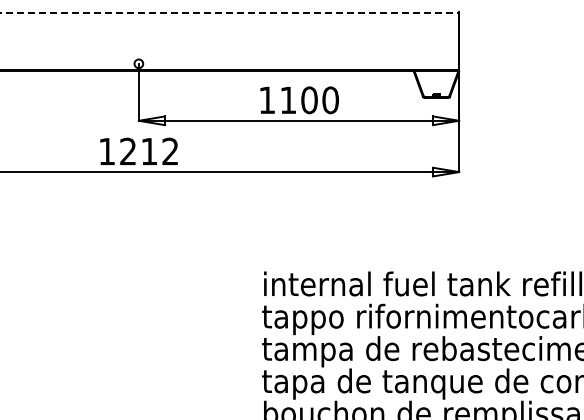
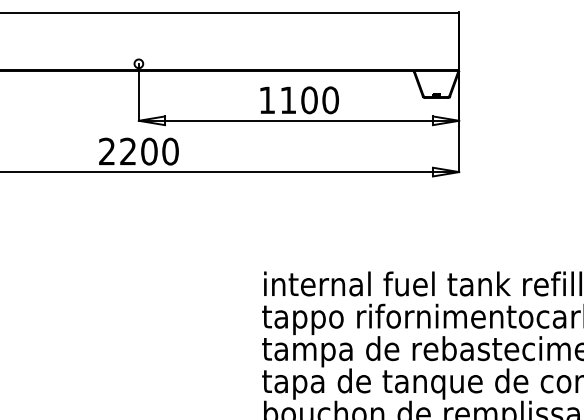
line at (230, 13): dashed -> solid
text at (138, 151): 1212 -> 2200
